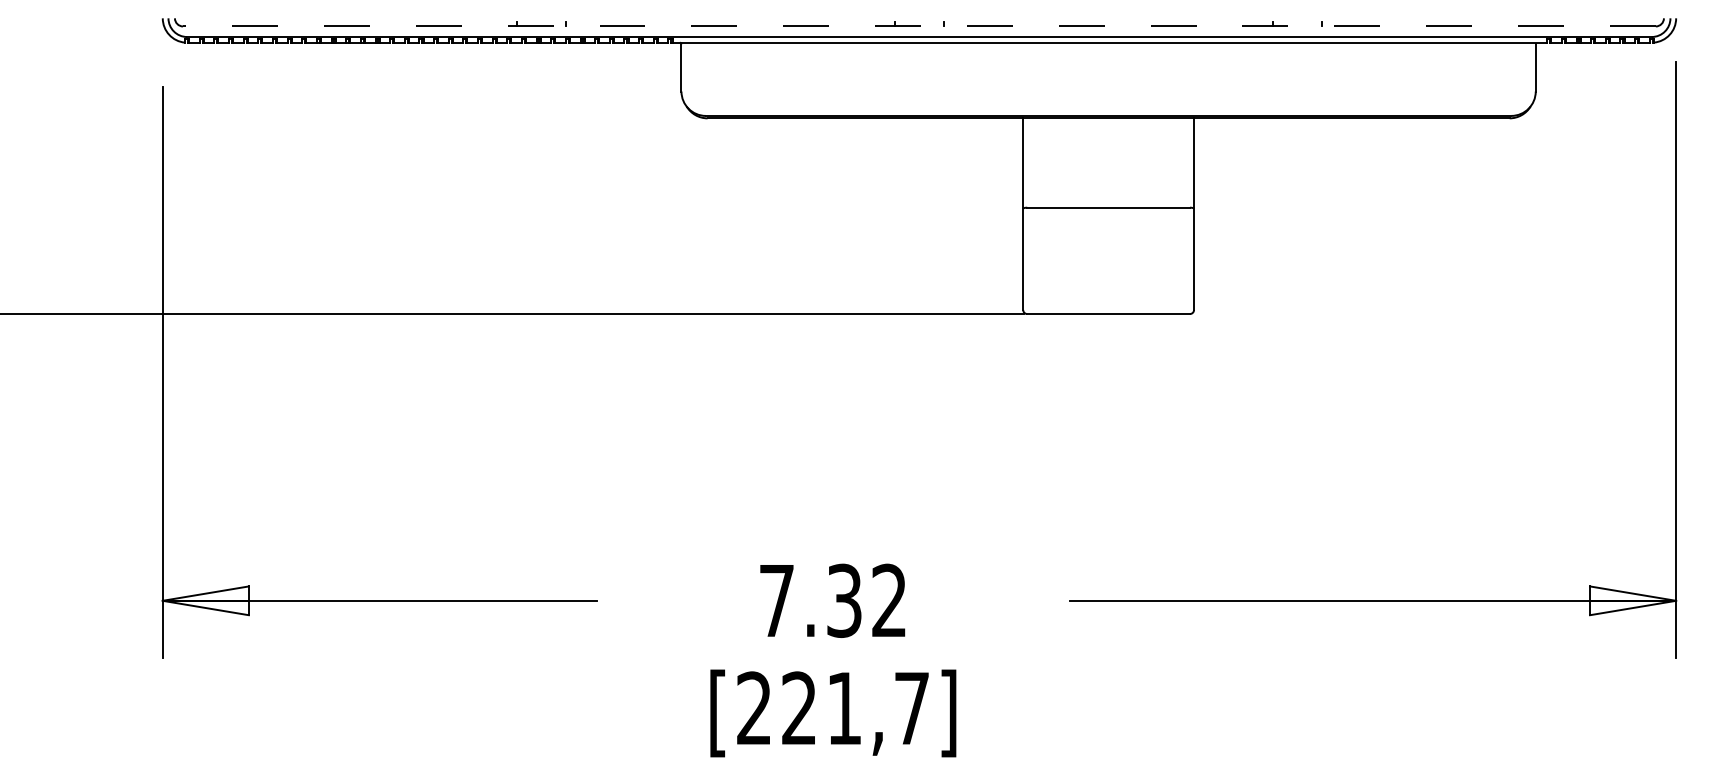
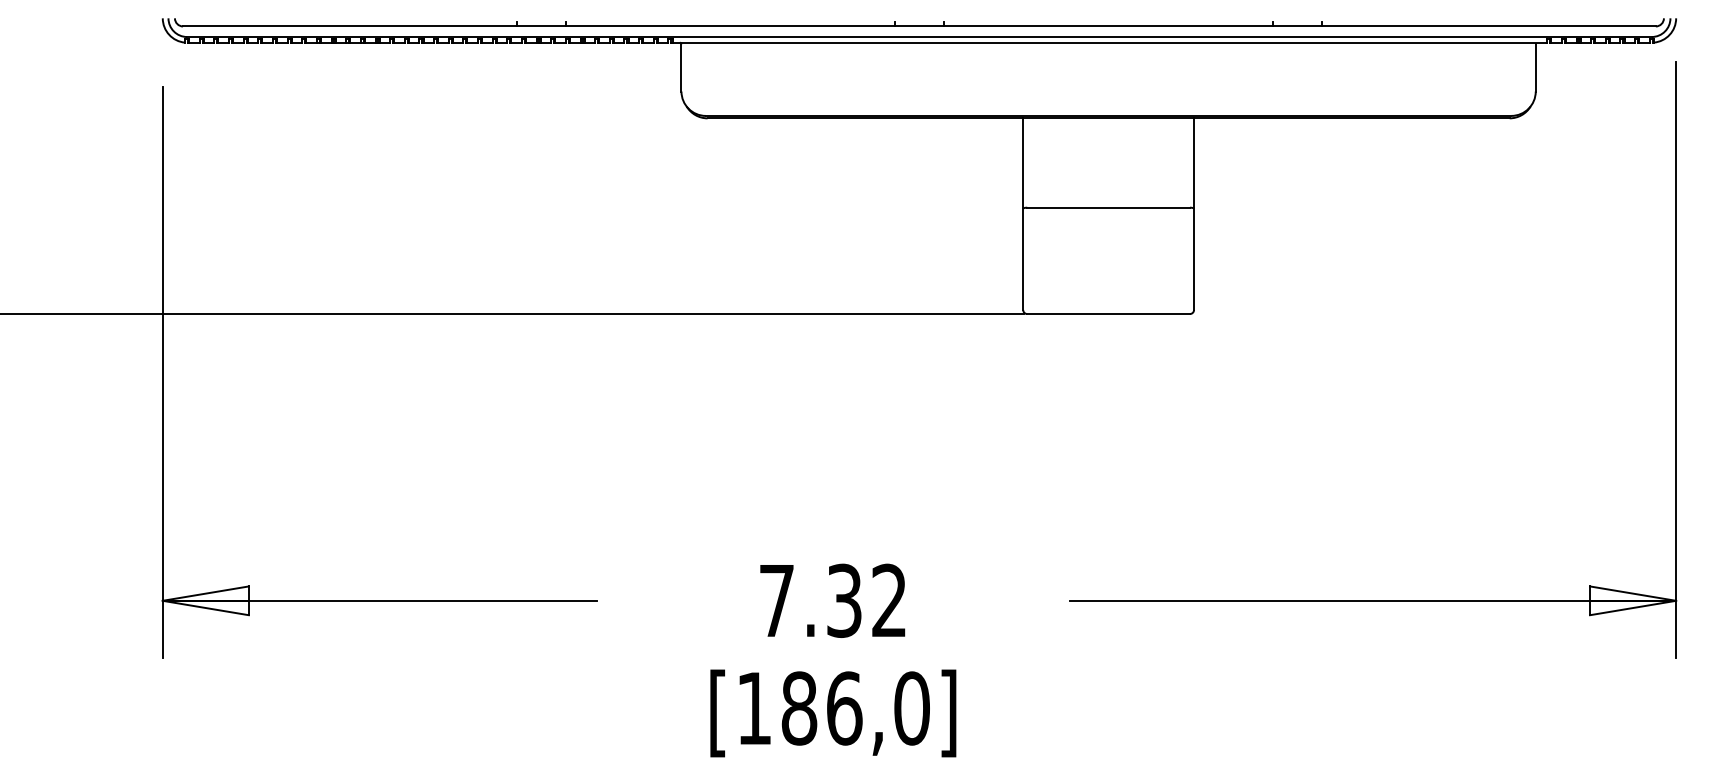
line at (918, 26): dashed -> solid
text at (833, 708): [221,7] -> [186,0]
